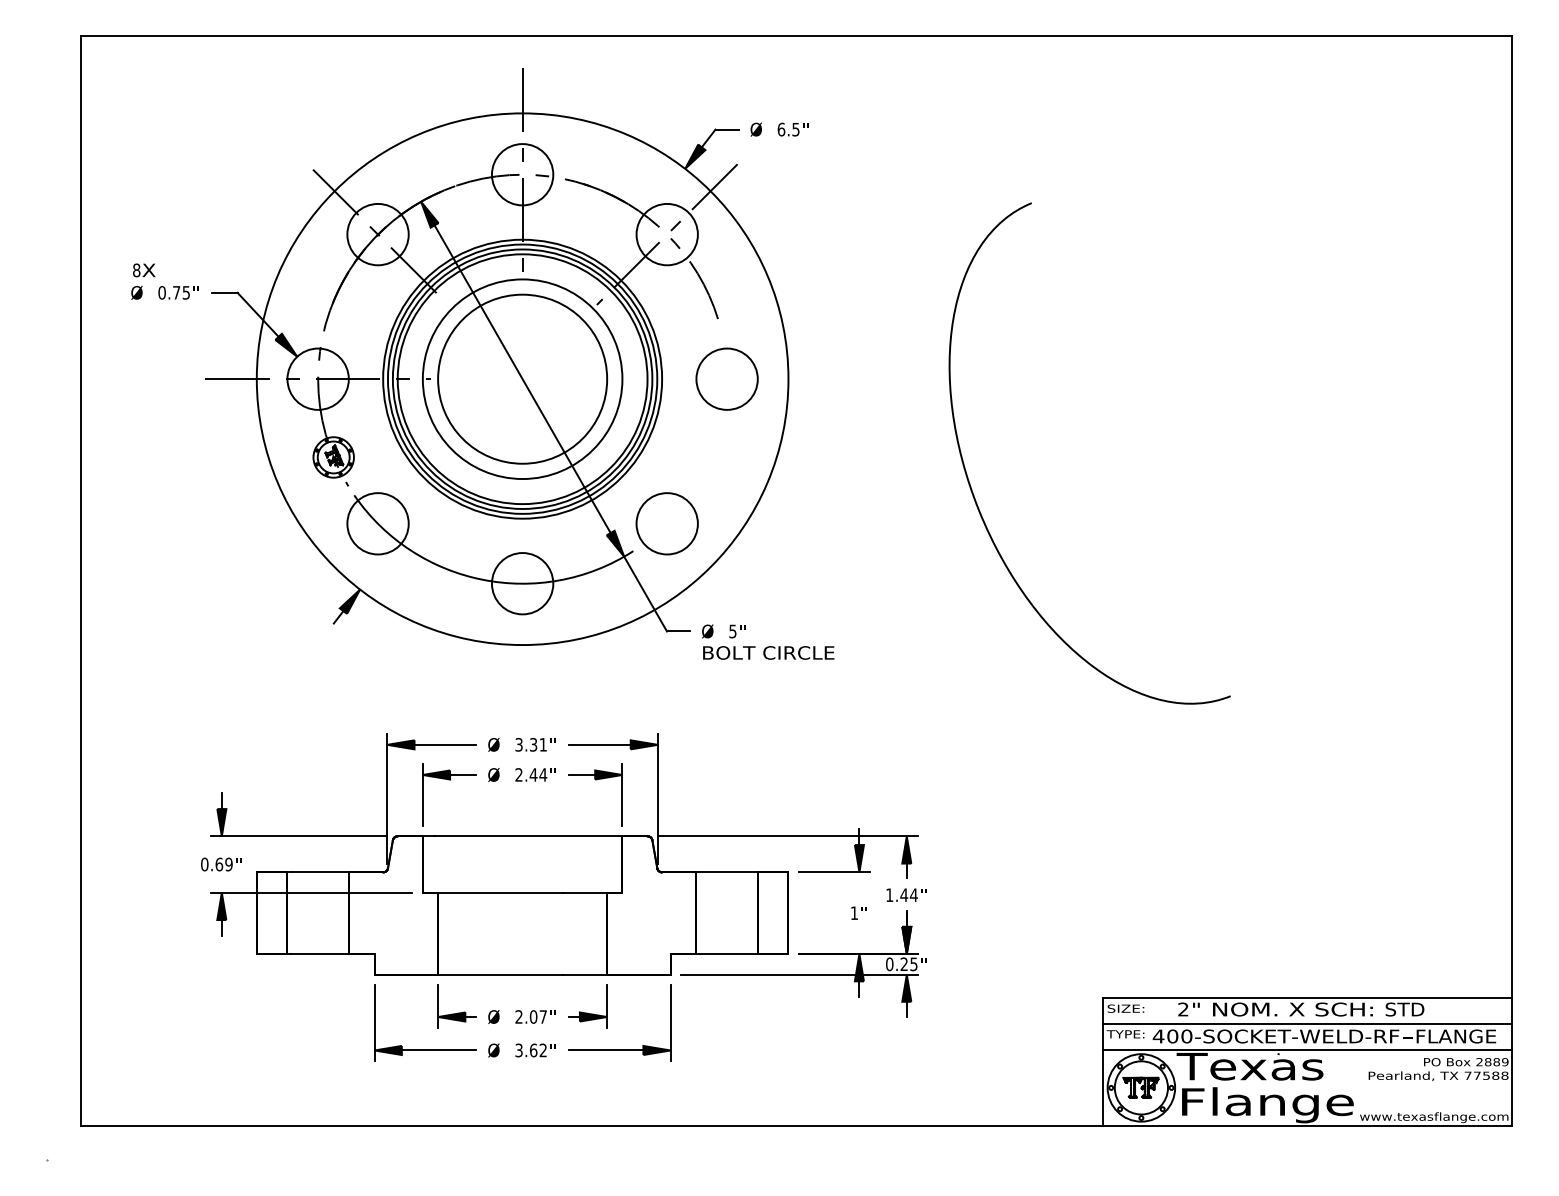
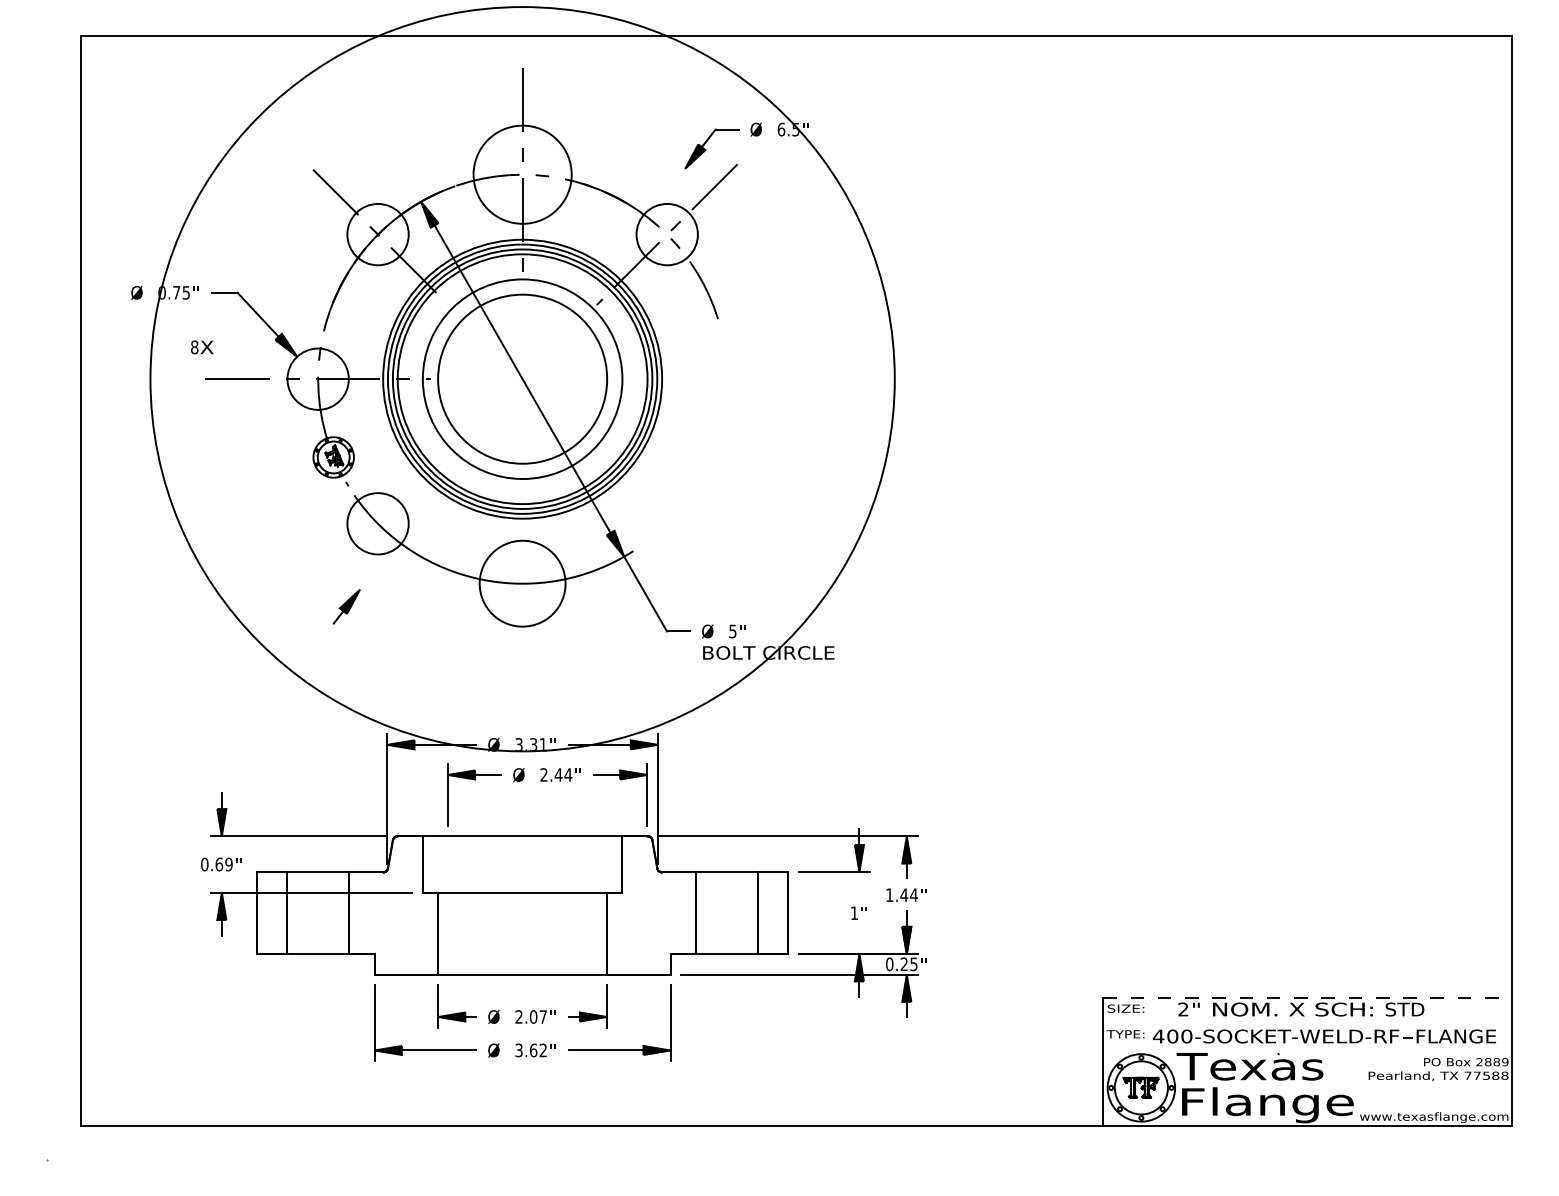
circle at (522, 174) diameter: 61 px -> 98 px
text at (144, 270) position: (144, 270) -> (202, 347)
circle at (726, 378): present -> none
circle at (522, 379) diameter: 532 px -> 744 px
curve at (975, 497): present -> none
circle at (666, 523): present -> none
circle at (522, 583) diameter: 61 px -> 86 px
part at (522, 781) position: (522, 781) -> (547, 781)
line at (1308, 998): solid -> dashed
line at (1307, 1024): present -> none
line at (1307, 1049): present -> none
